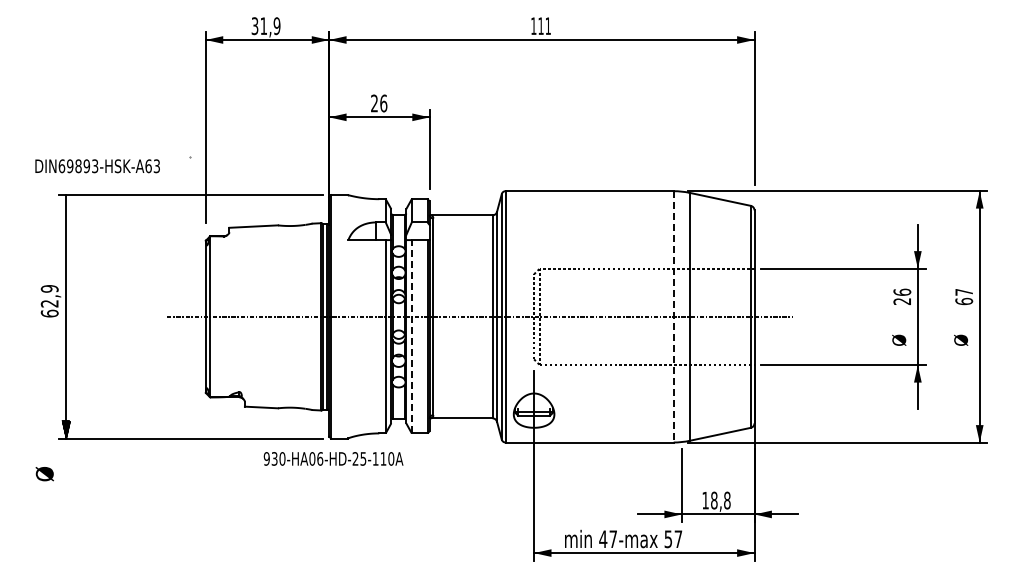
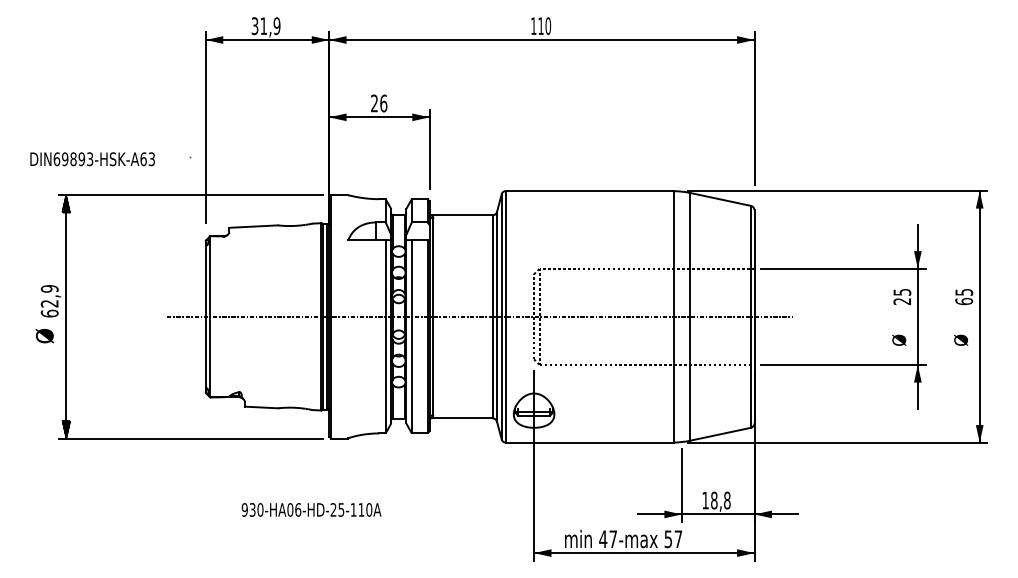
text at (548, 26): 111 -> 110
text at (97, 166) position: (97, 166) -> (92, 159)
hatch at (66, 203): none -> present
text at (902, 291): 26 -> 25
text at (964, 292): 67 -> 65
line at (673, 316): dashed -> solid
line at (411, 336): dashed -> solid
text at (333, 458) position: (333, 458) -> (311, 509)
text at (44, 474) position: (44, 474) -> (44, 336)
